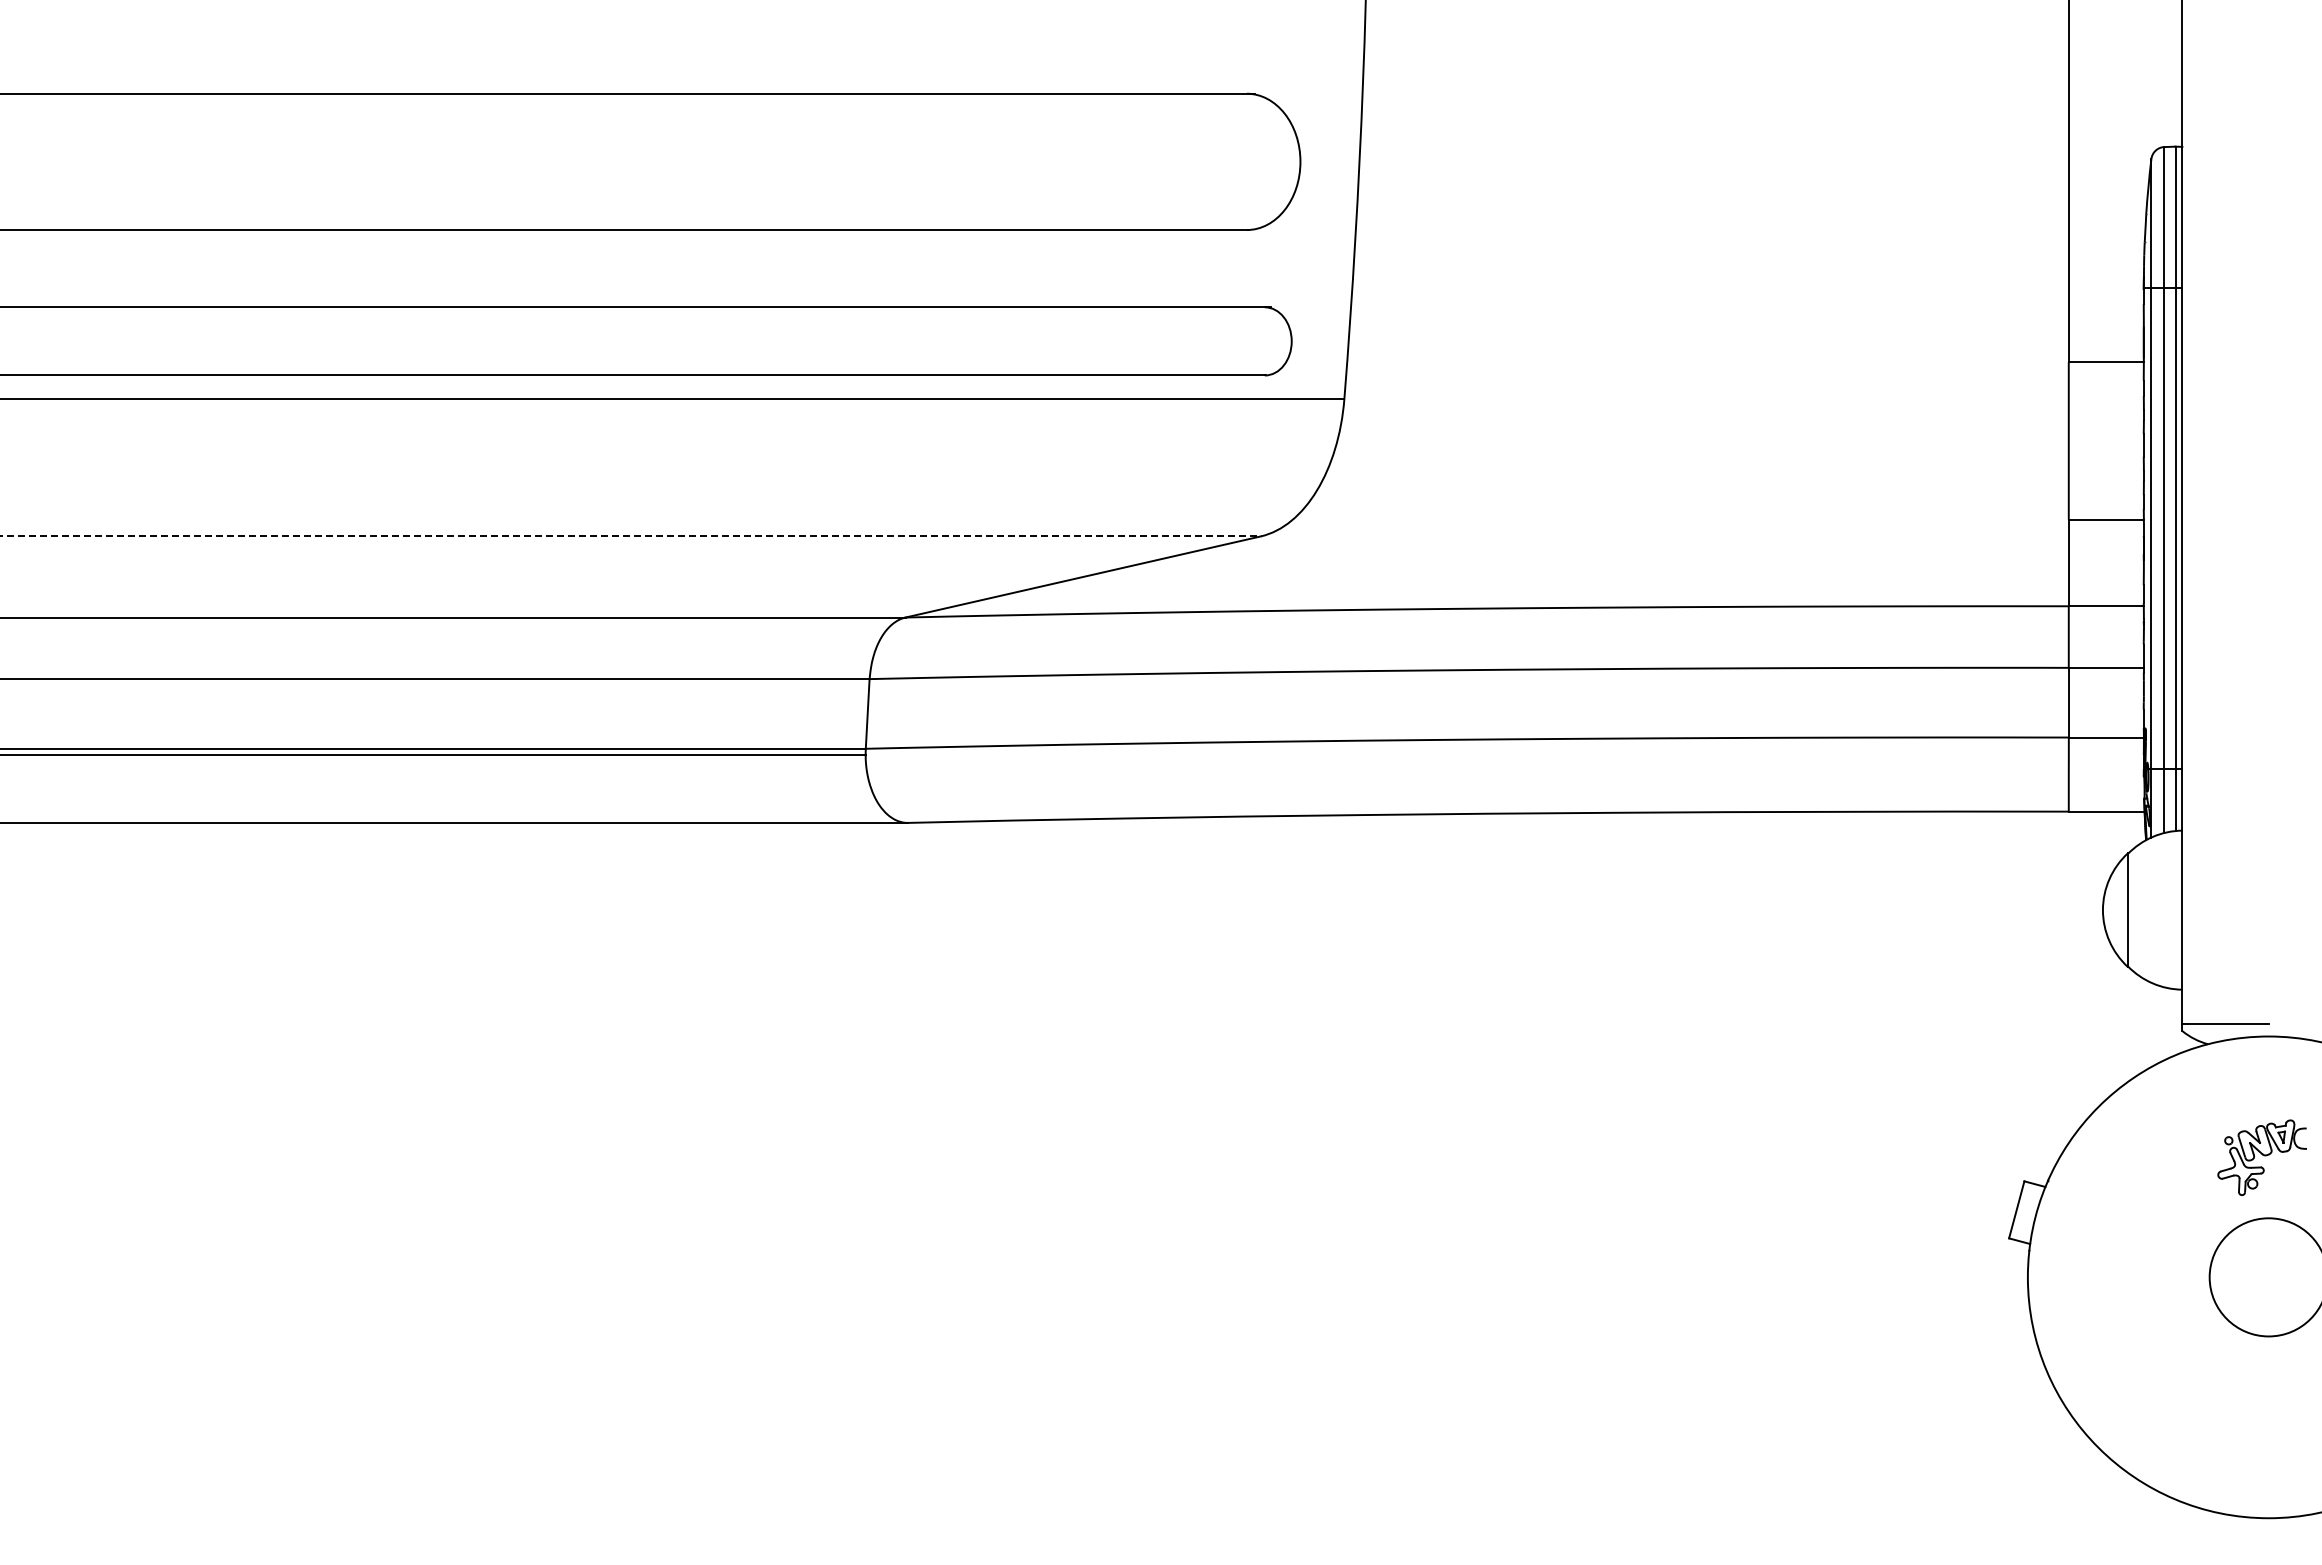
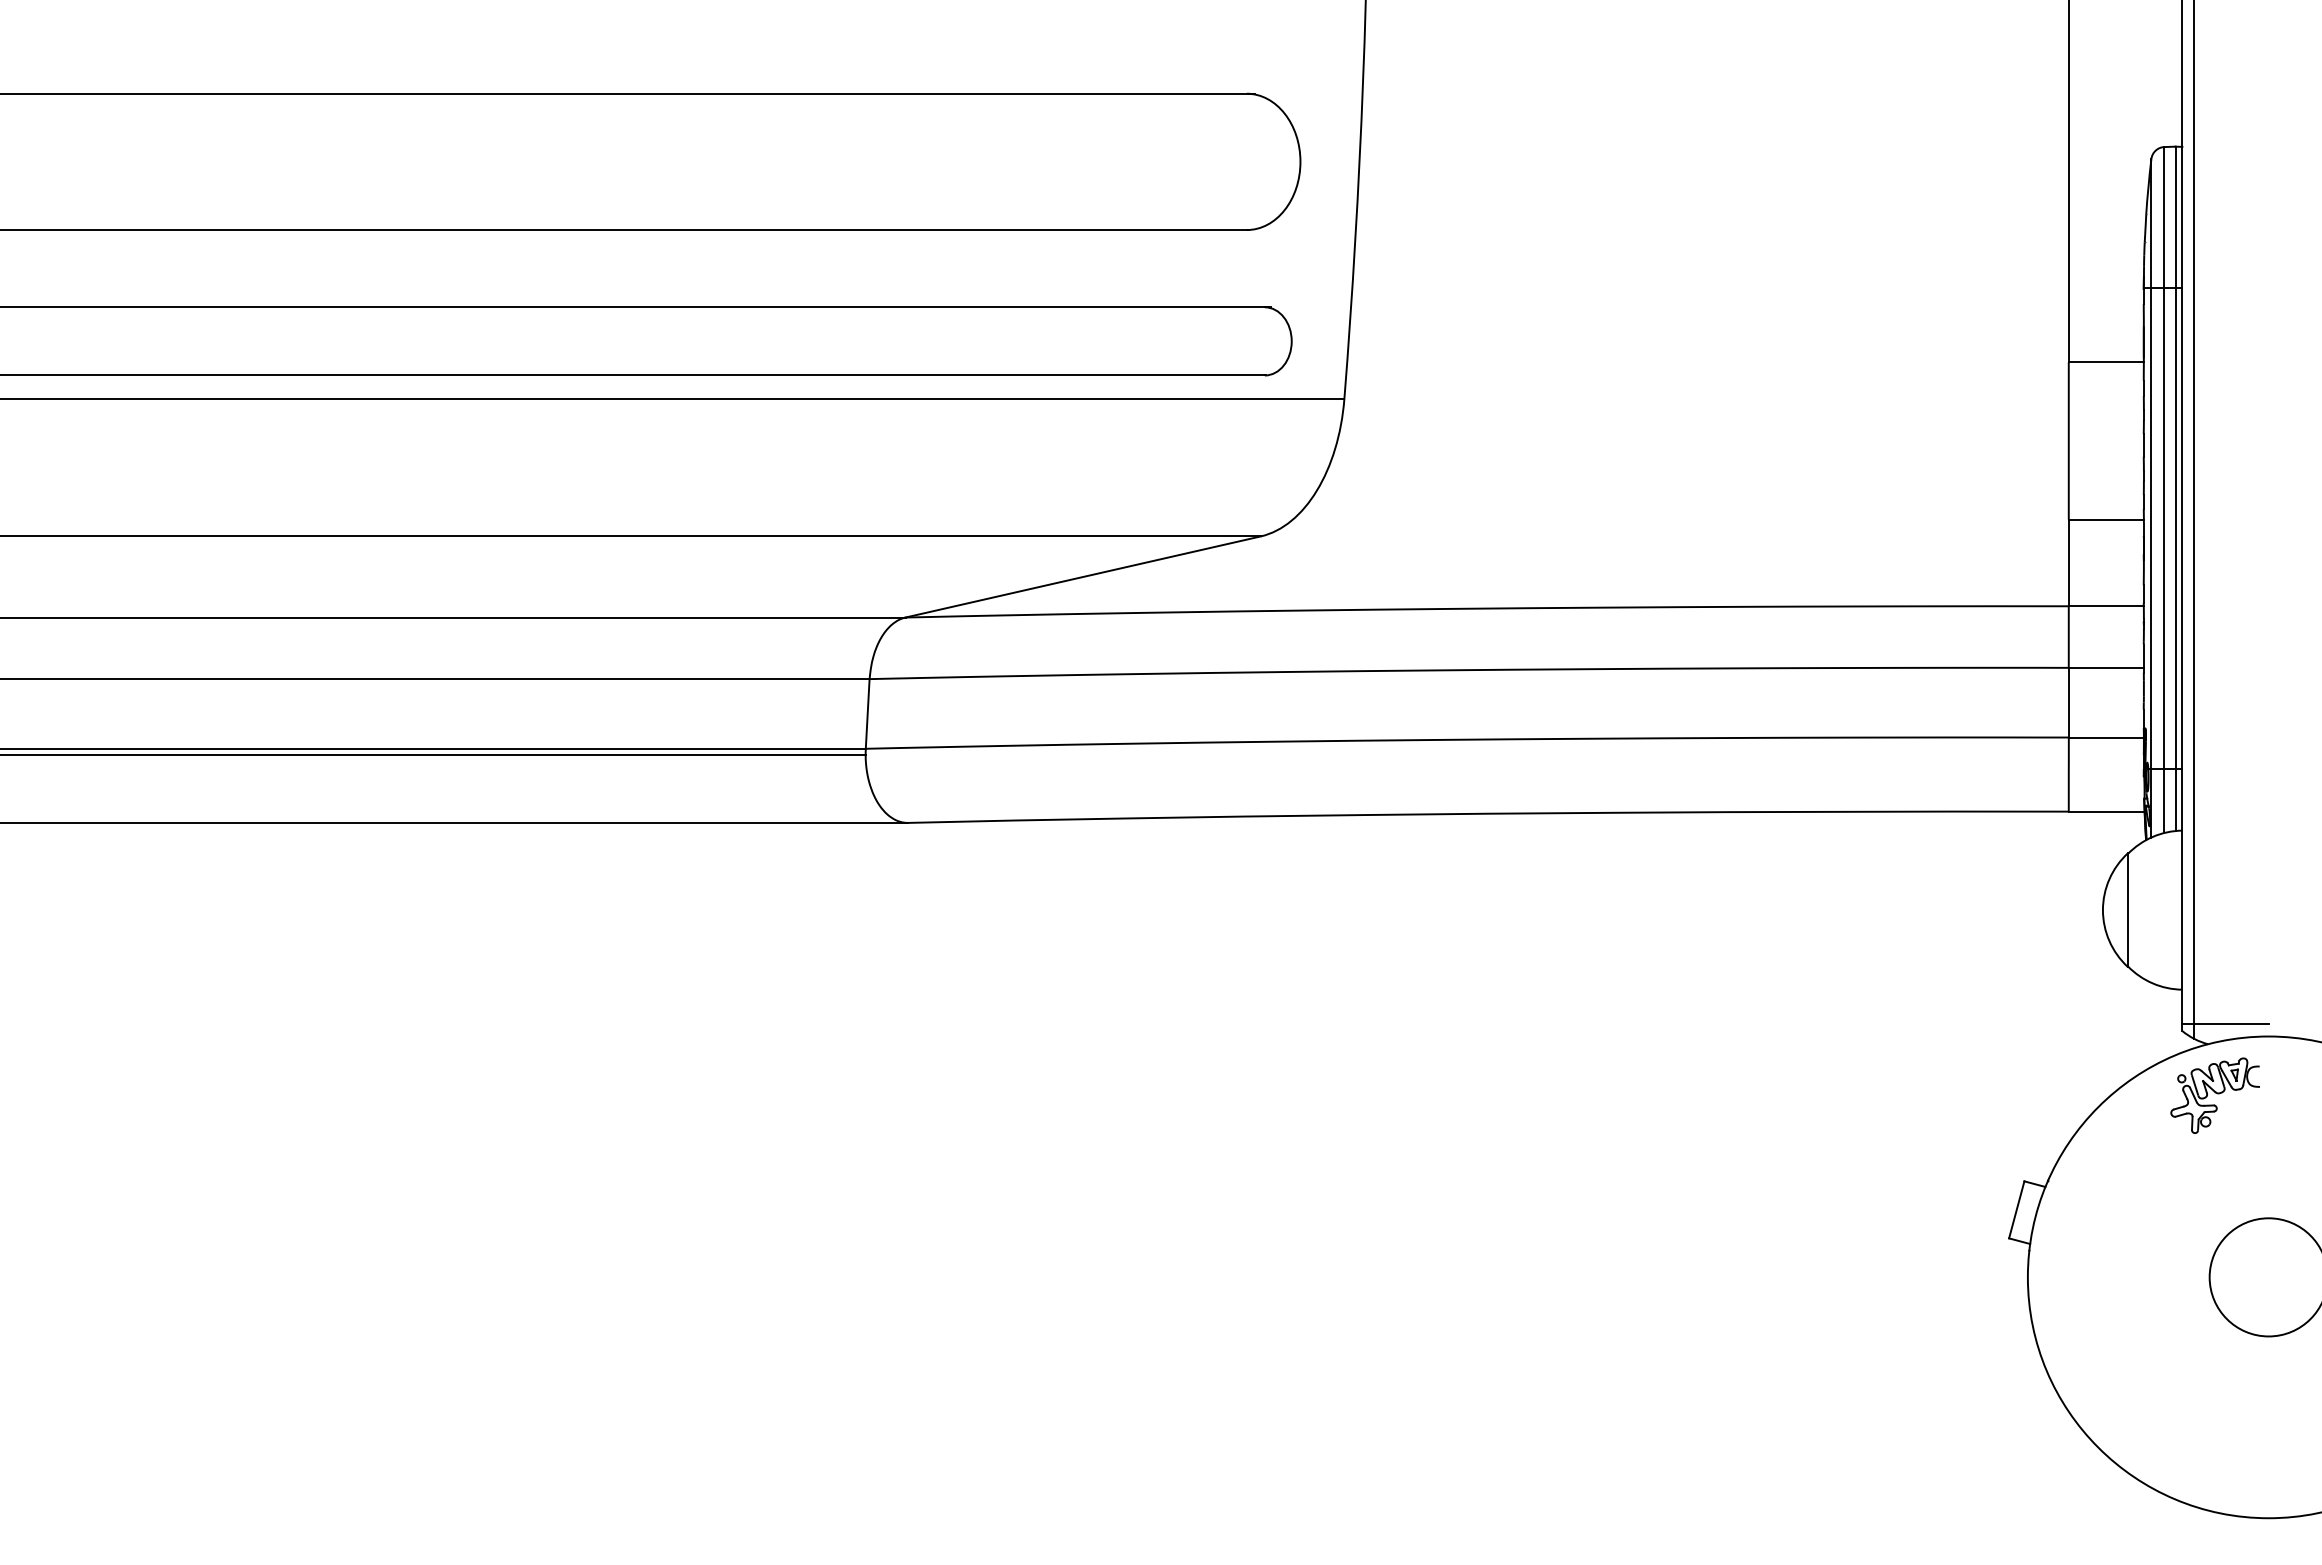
line at (2193, 520): none -> present
line at (631, 536): dashed -> solid
part at (2261, 1157) position: (2261, 1157) -> (2214, 1095)
